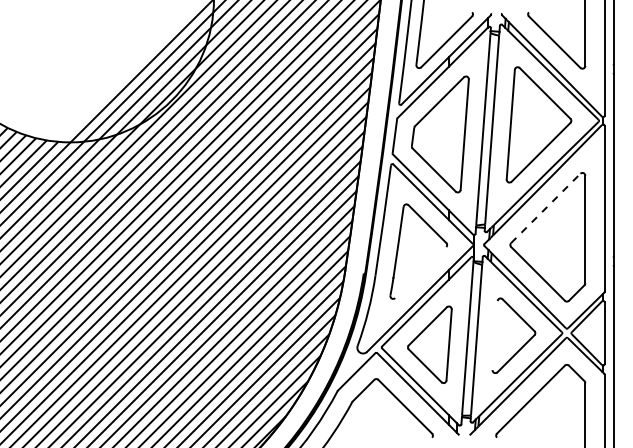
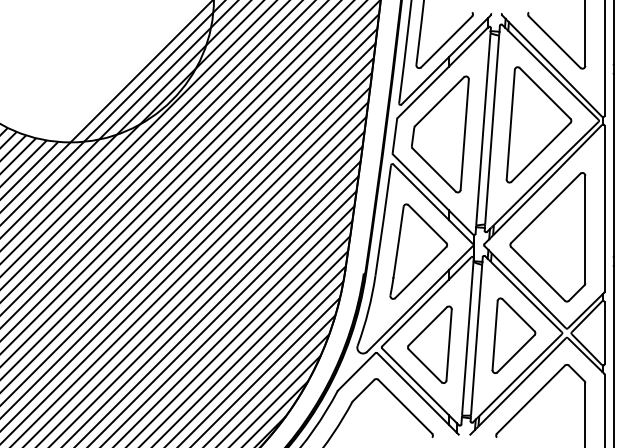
line at (545, 208): dashed -> solid
line at (420, 272): none -> present
line at (494, 335): none -> present
